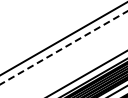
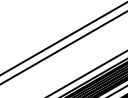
line at (64, 47): dashed -> solid
